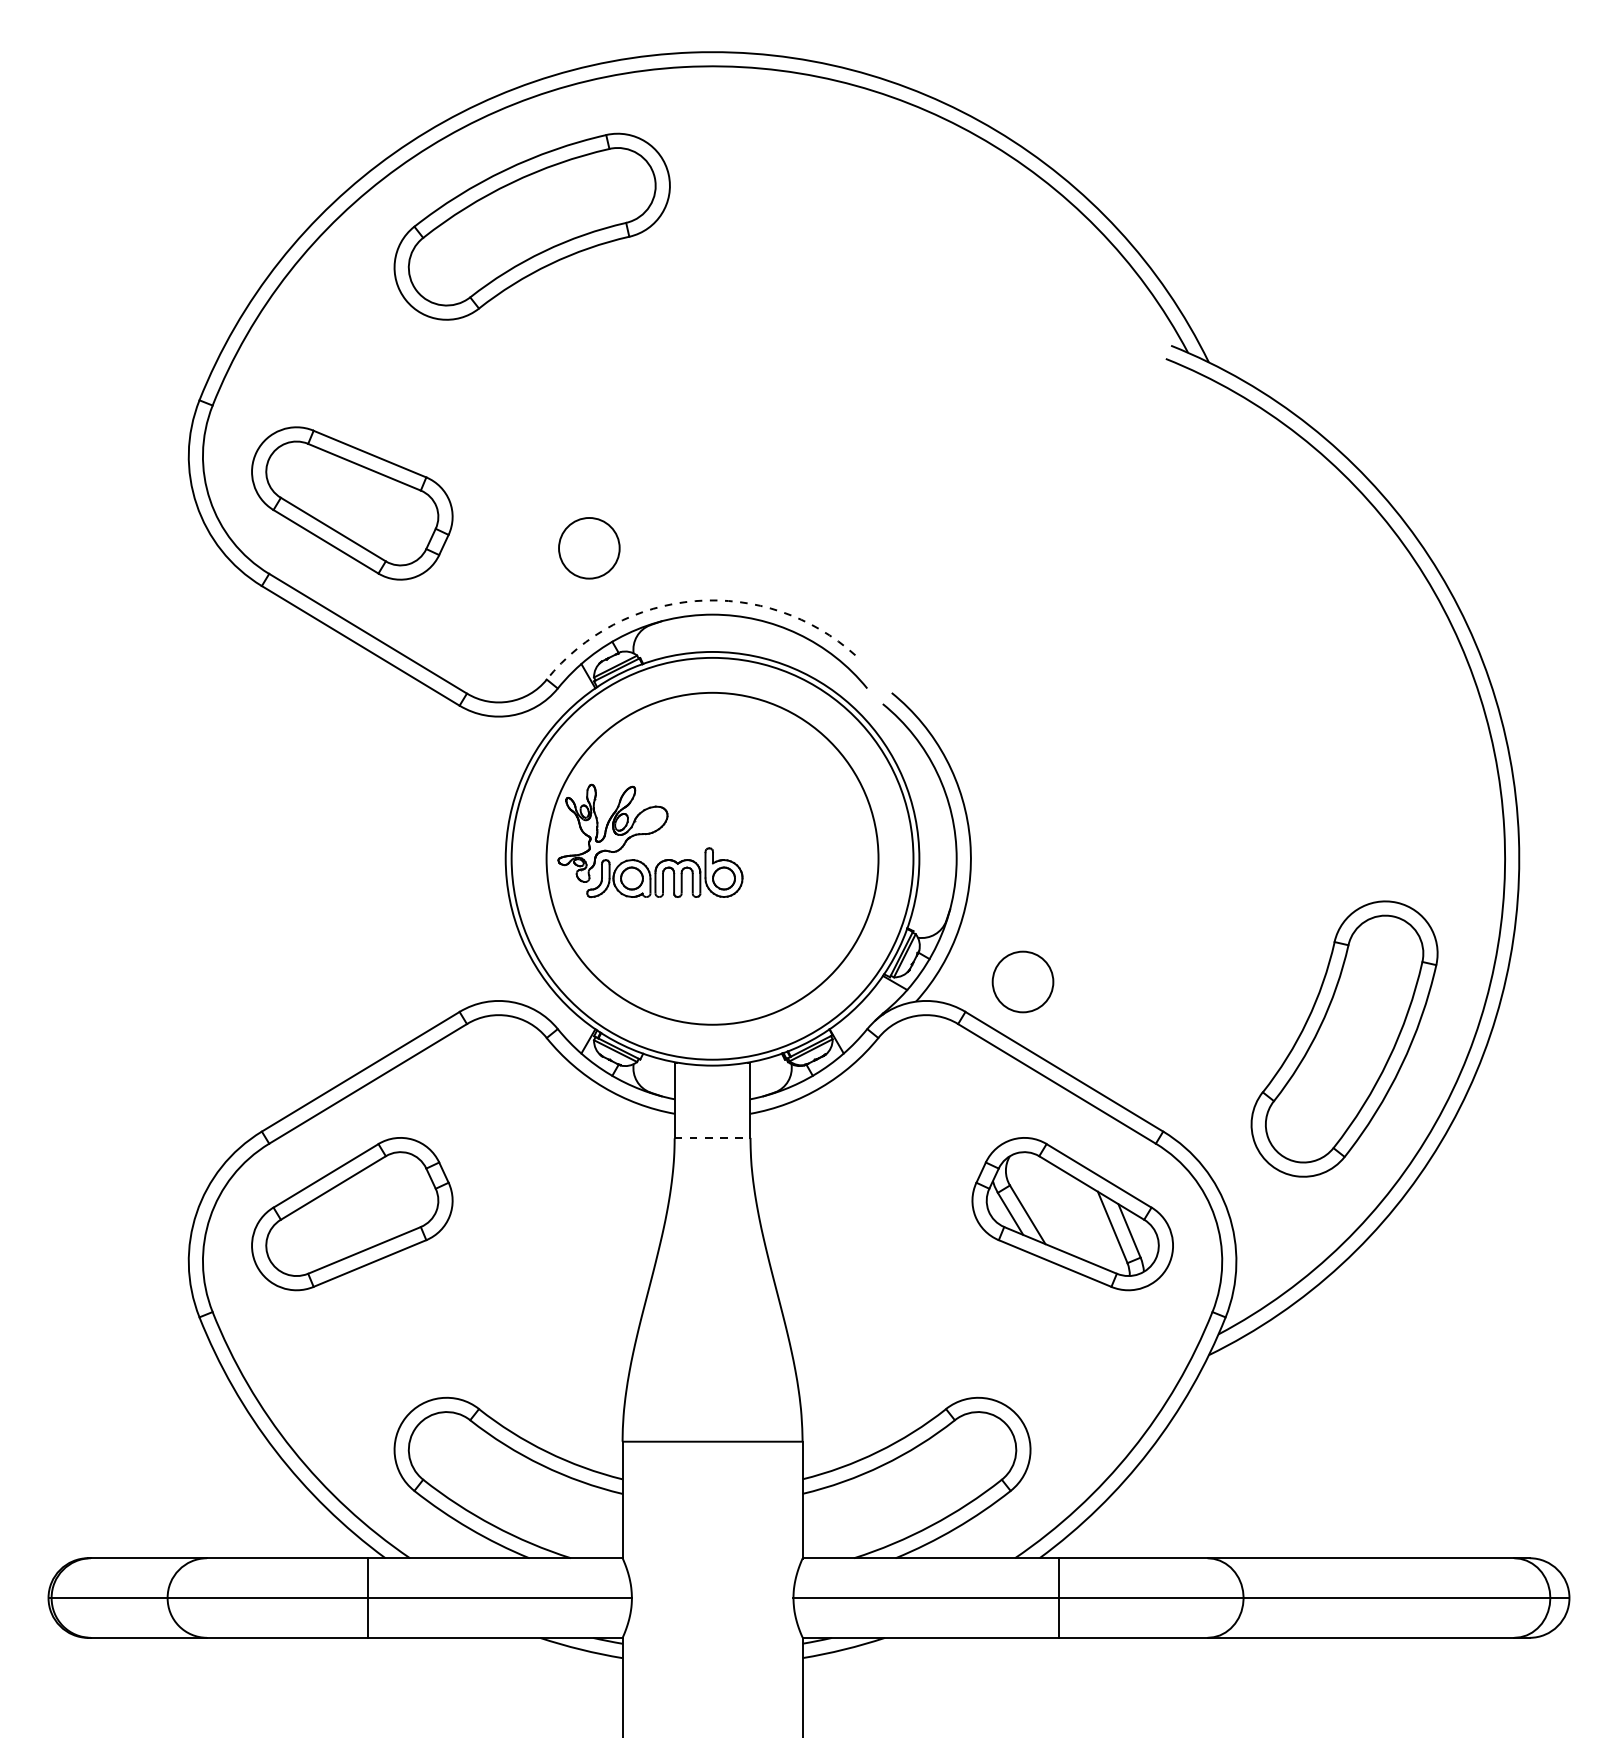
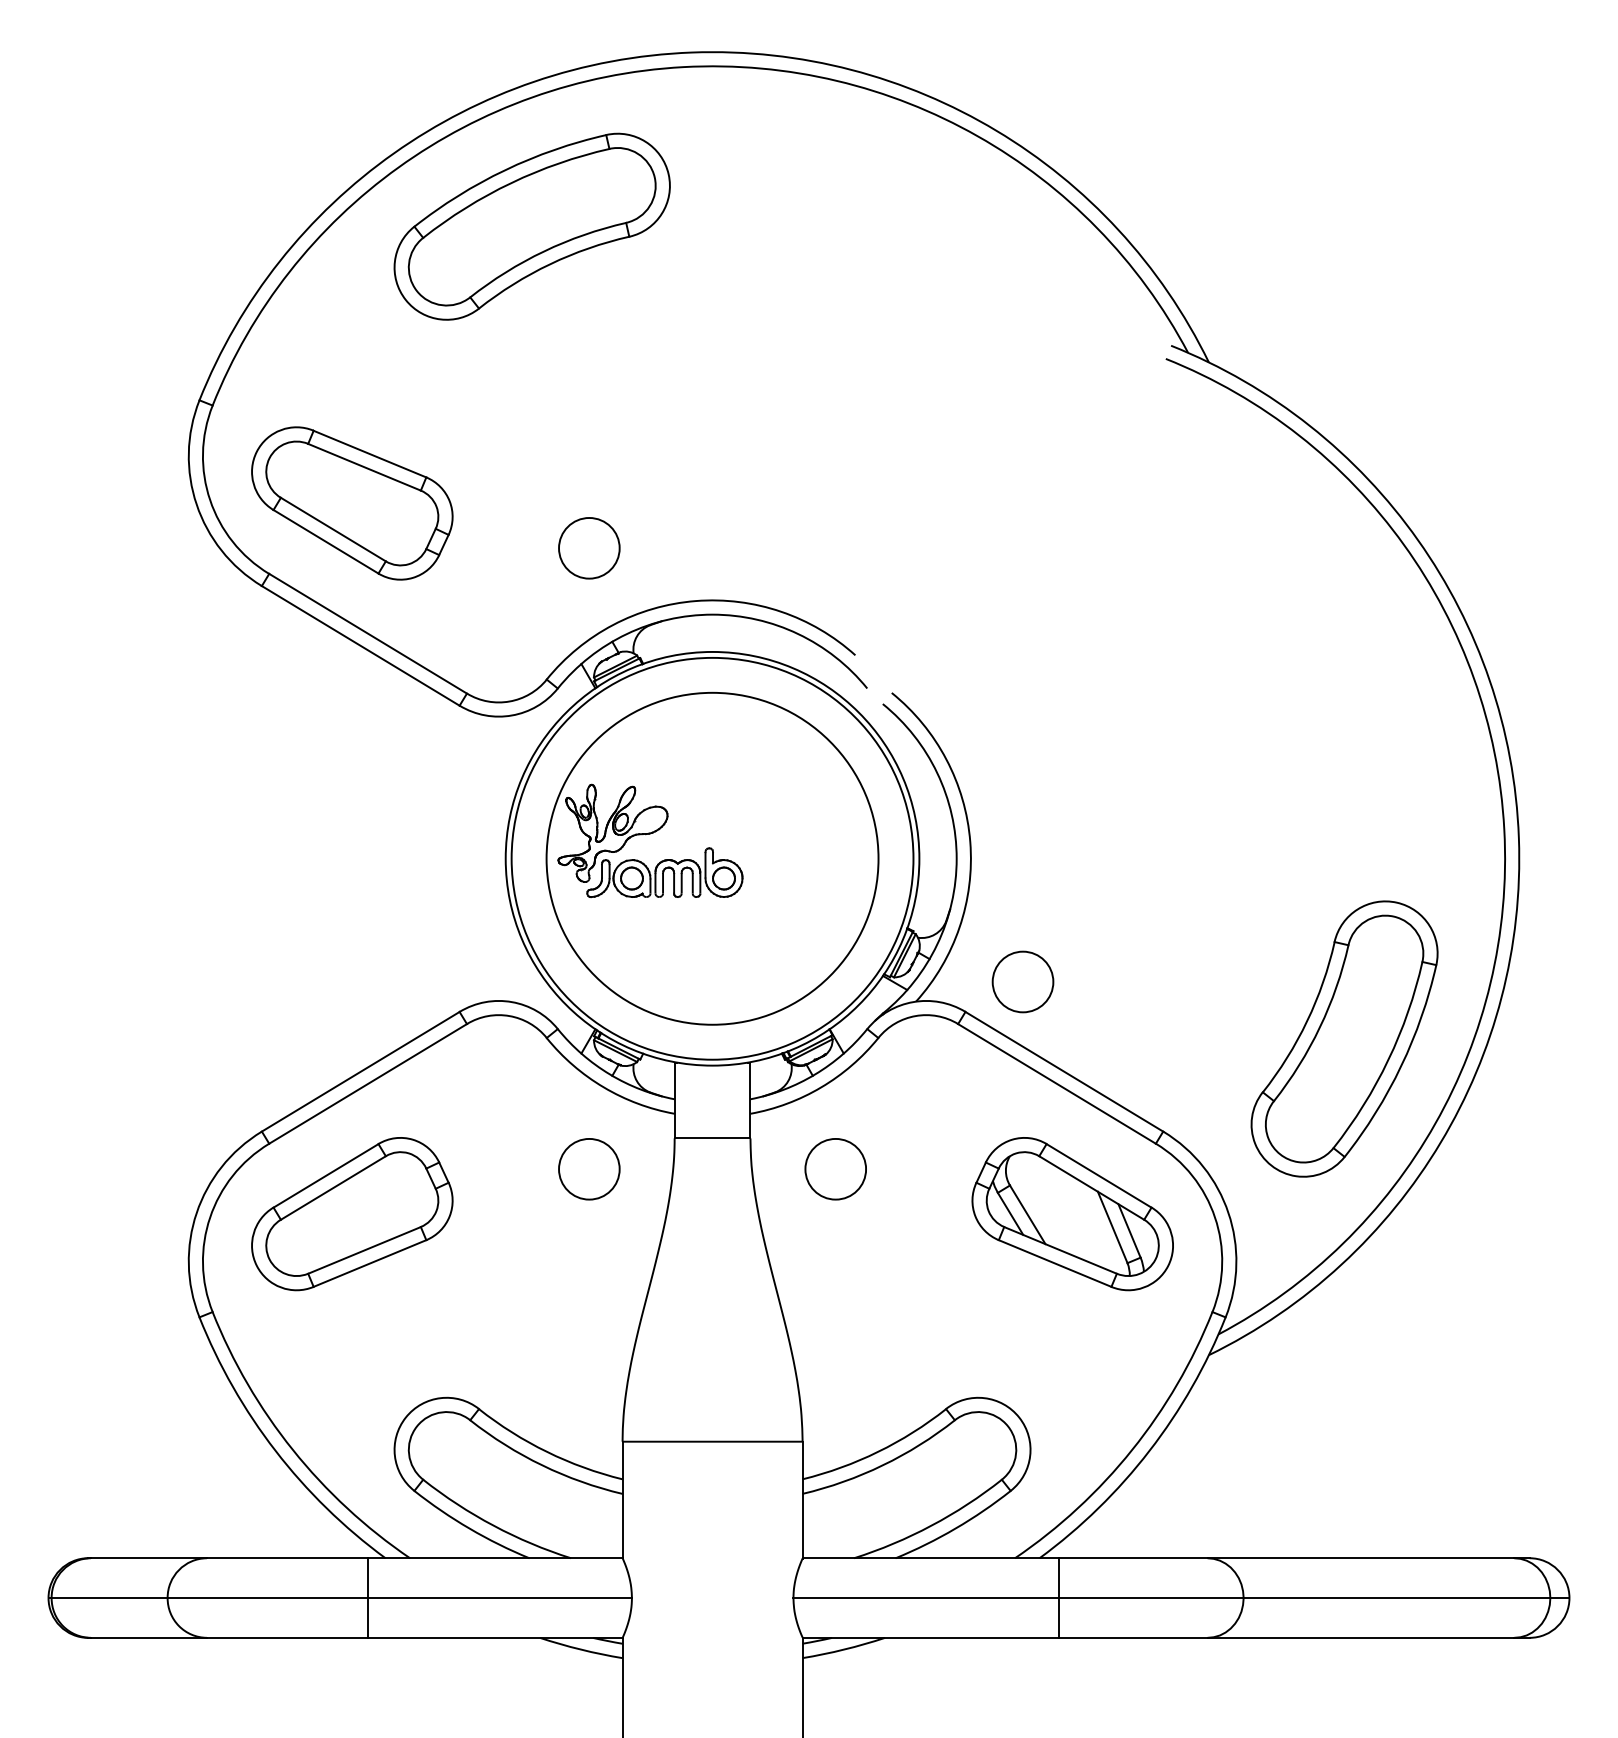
arc at (695, 601): dashed -> solid
line at (712, 1138): dashed -> solid
circle at (589, 1169): none -> present
circle at (835, 1169): none -> present
